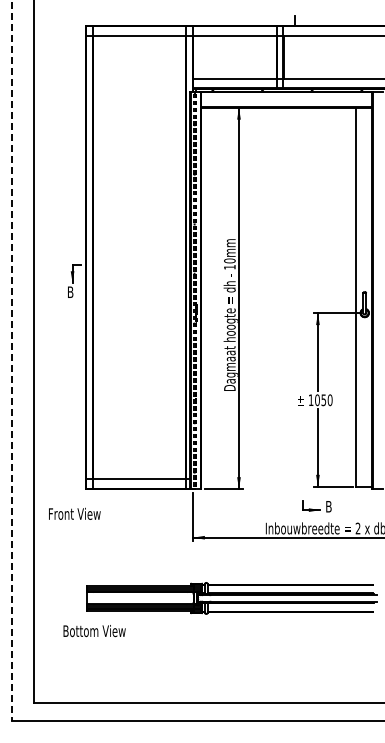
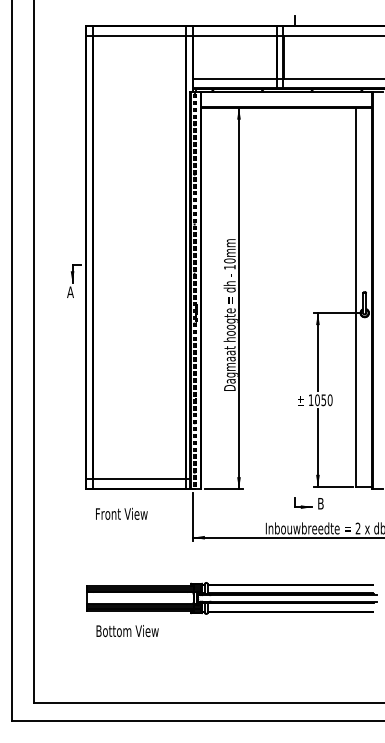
text at (70, 291): B -> A
line at (11, 360): dashed -> solid
part at (316, 506) position: (316, 506) -> (308, 503)
text at (74, 513) position: (74, 513) -> (121, 513)
text at (94, 631) position: (94, 631) -> (127, 631)
